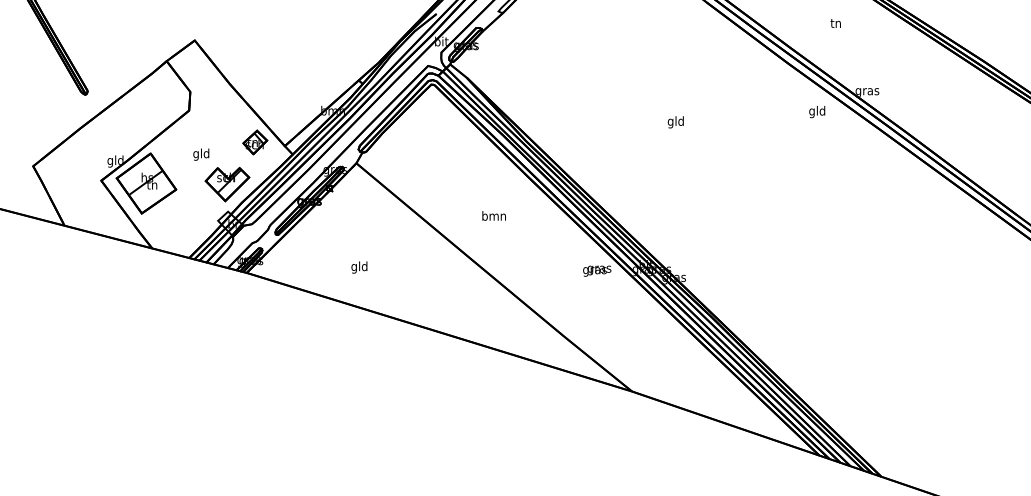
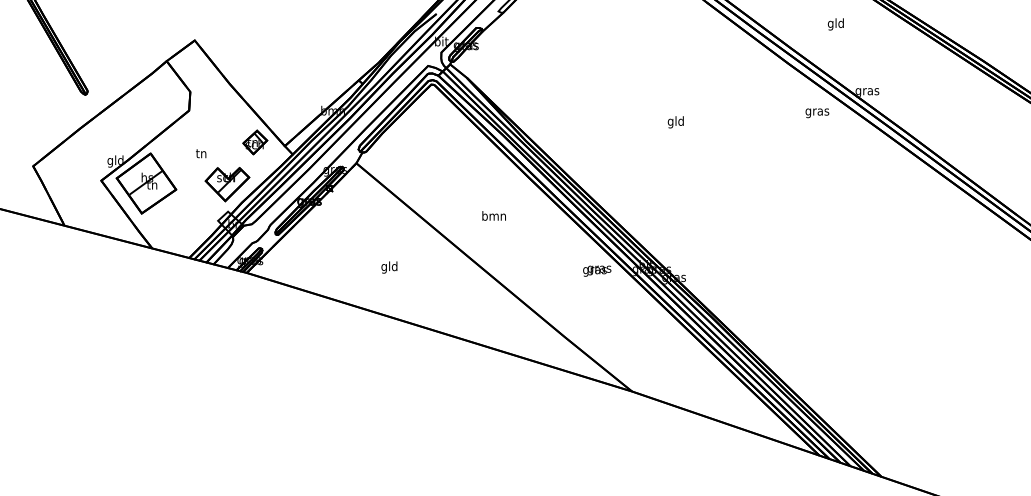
text at (835, 24): tn -> gld
text at (817, 112): gld -> gras
text at (201, 154): gld -> tn
text at (359, 267) position: (359, 267) -> (389, 267)
